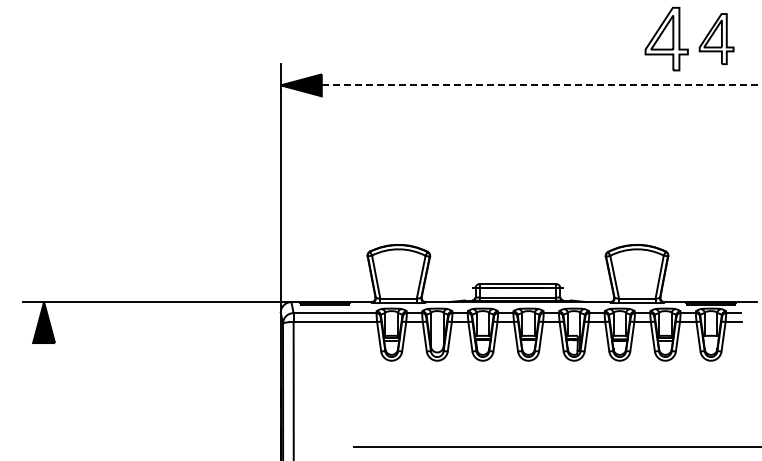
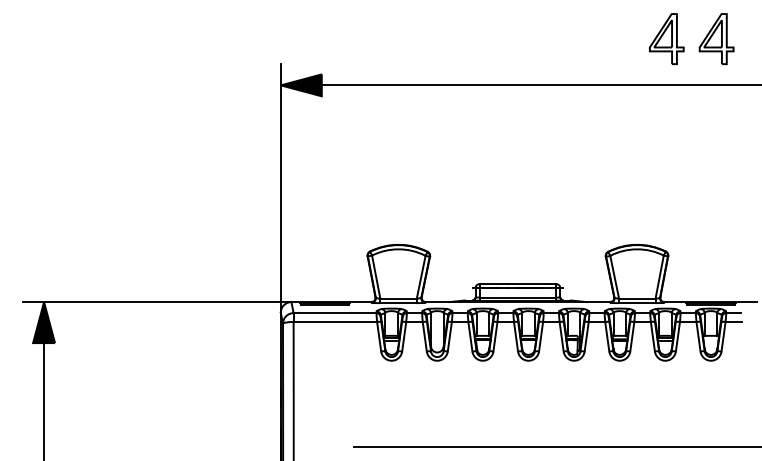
part at (666, 38) size: 45x66 px -> 36x52 px
line at (541, 85): dashed -> solid
line at (44, 400): none -> present
